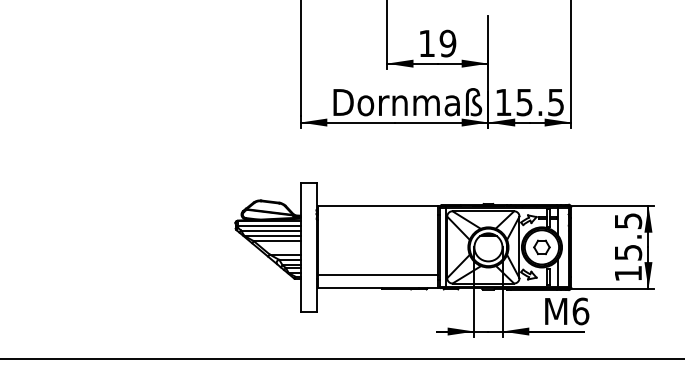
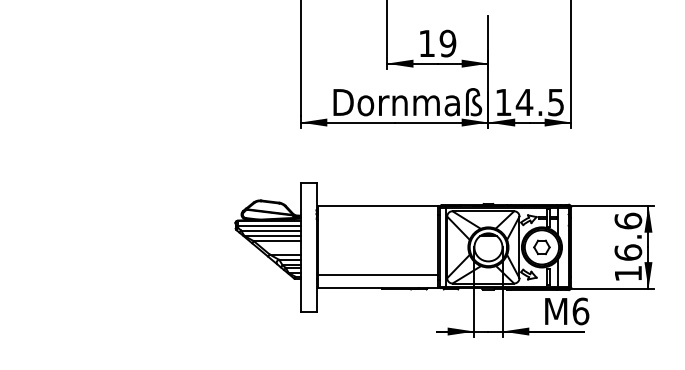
text at (524, 102): 15.5 -> 14.5
text at (628, 236): 15.5 -> 16.6
line at (341, 358): present -> none
